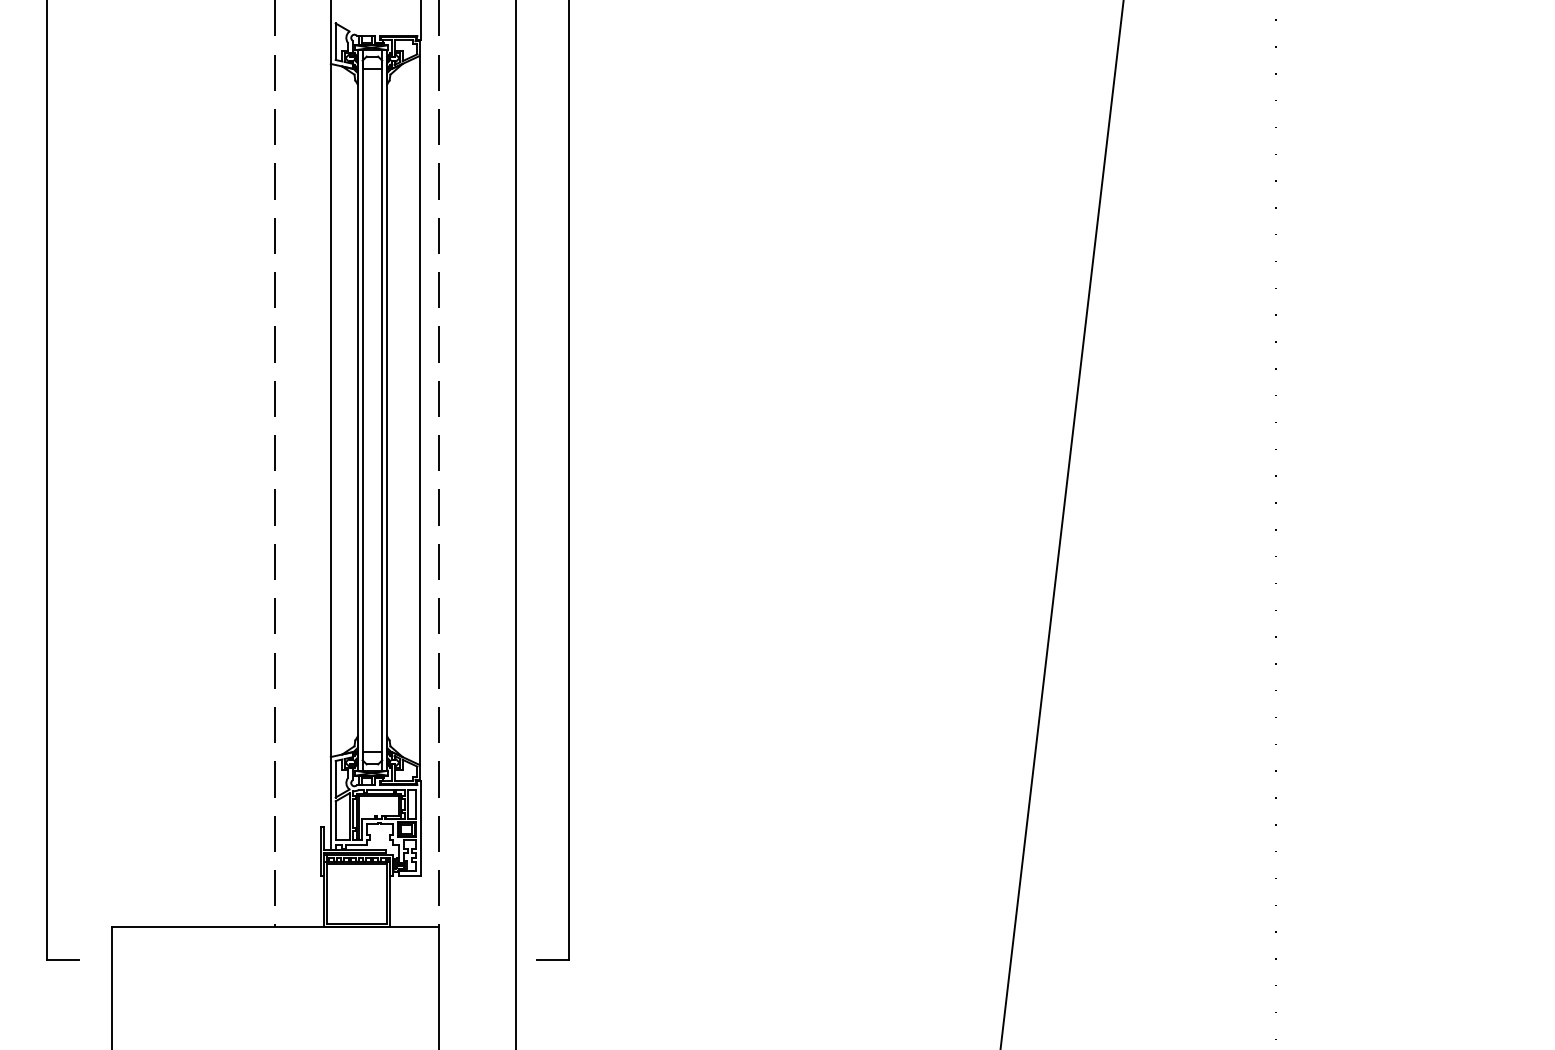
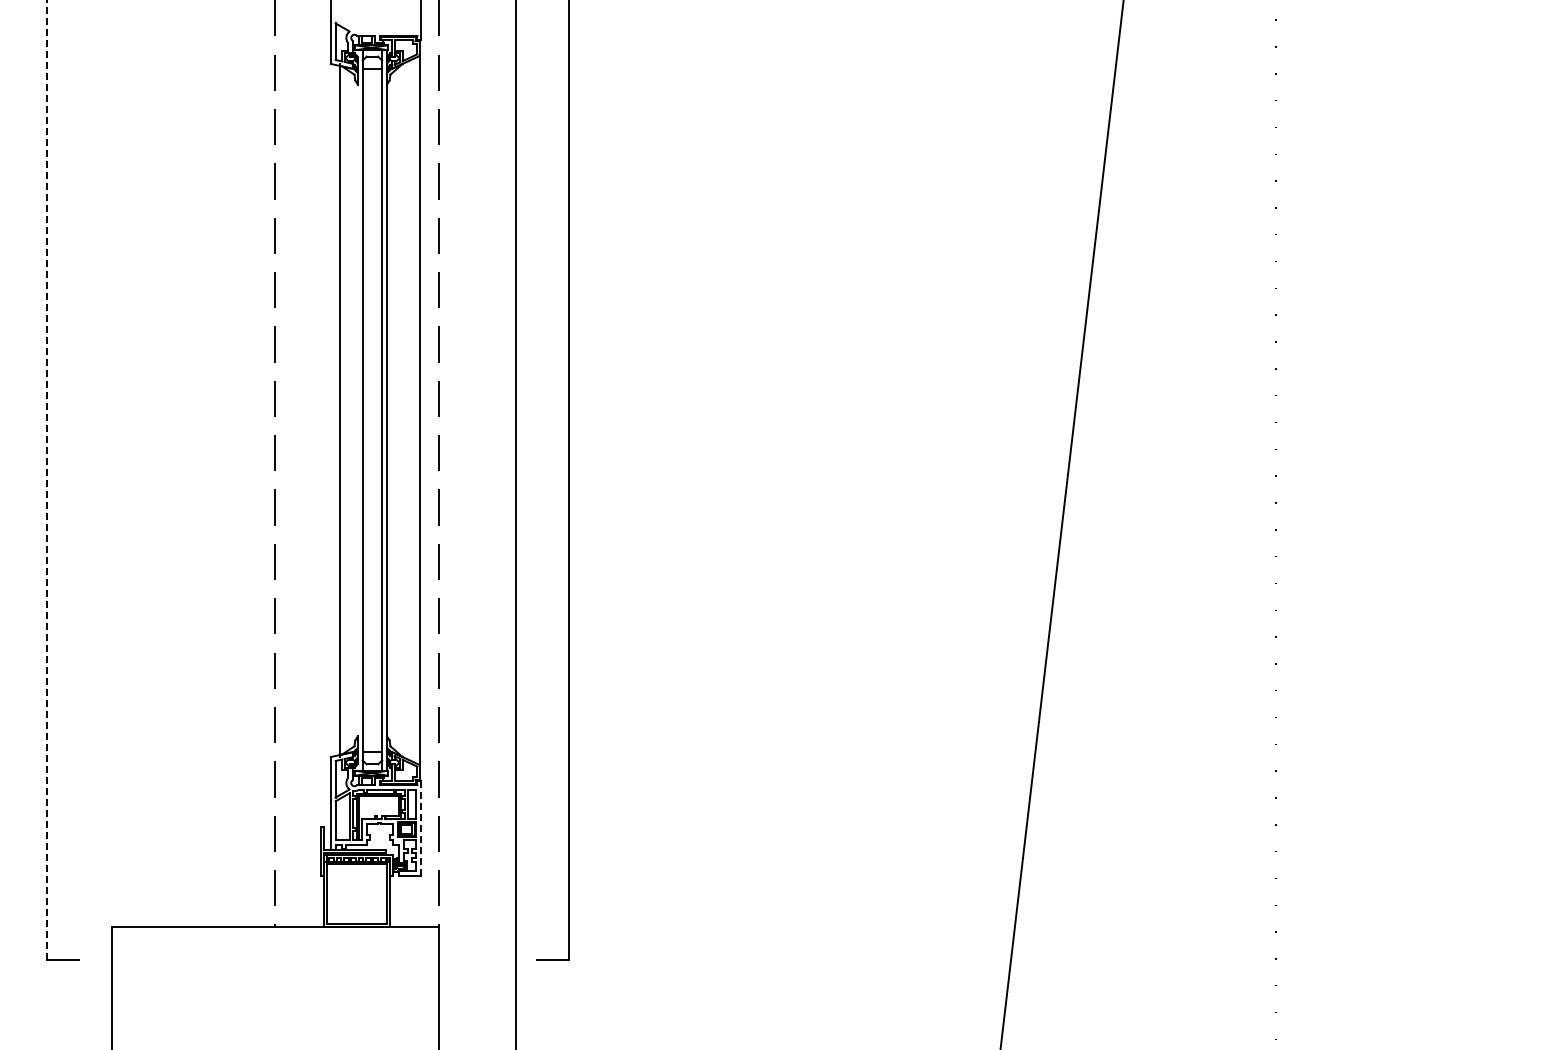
line at (330, 410) position: (330, 410) -> (339, 410)
line at (357, 410): present -> none
line at (46, 479): solid -> dashed
line at (420, 828): solid -> dashed
